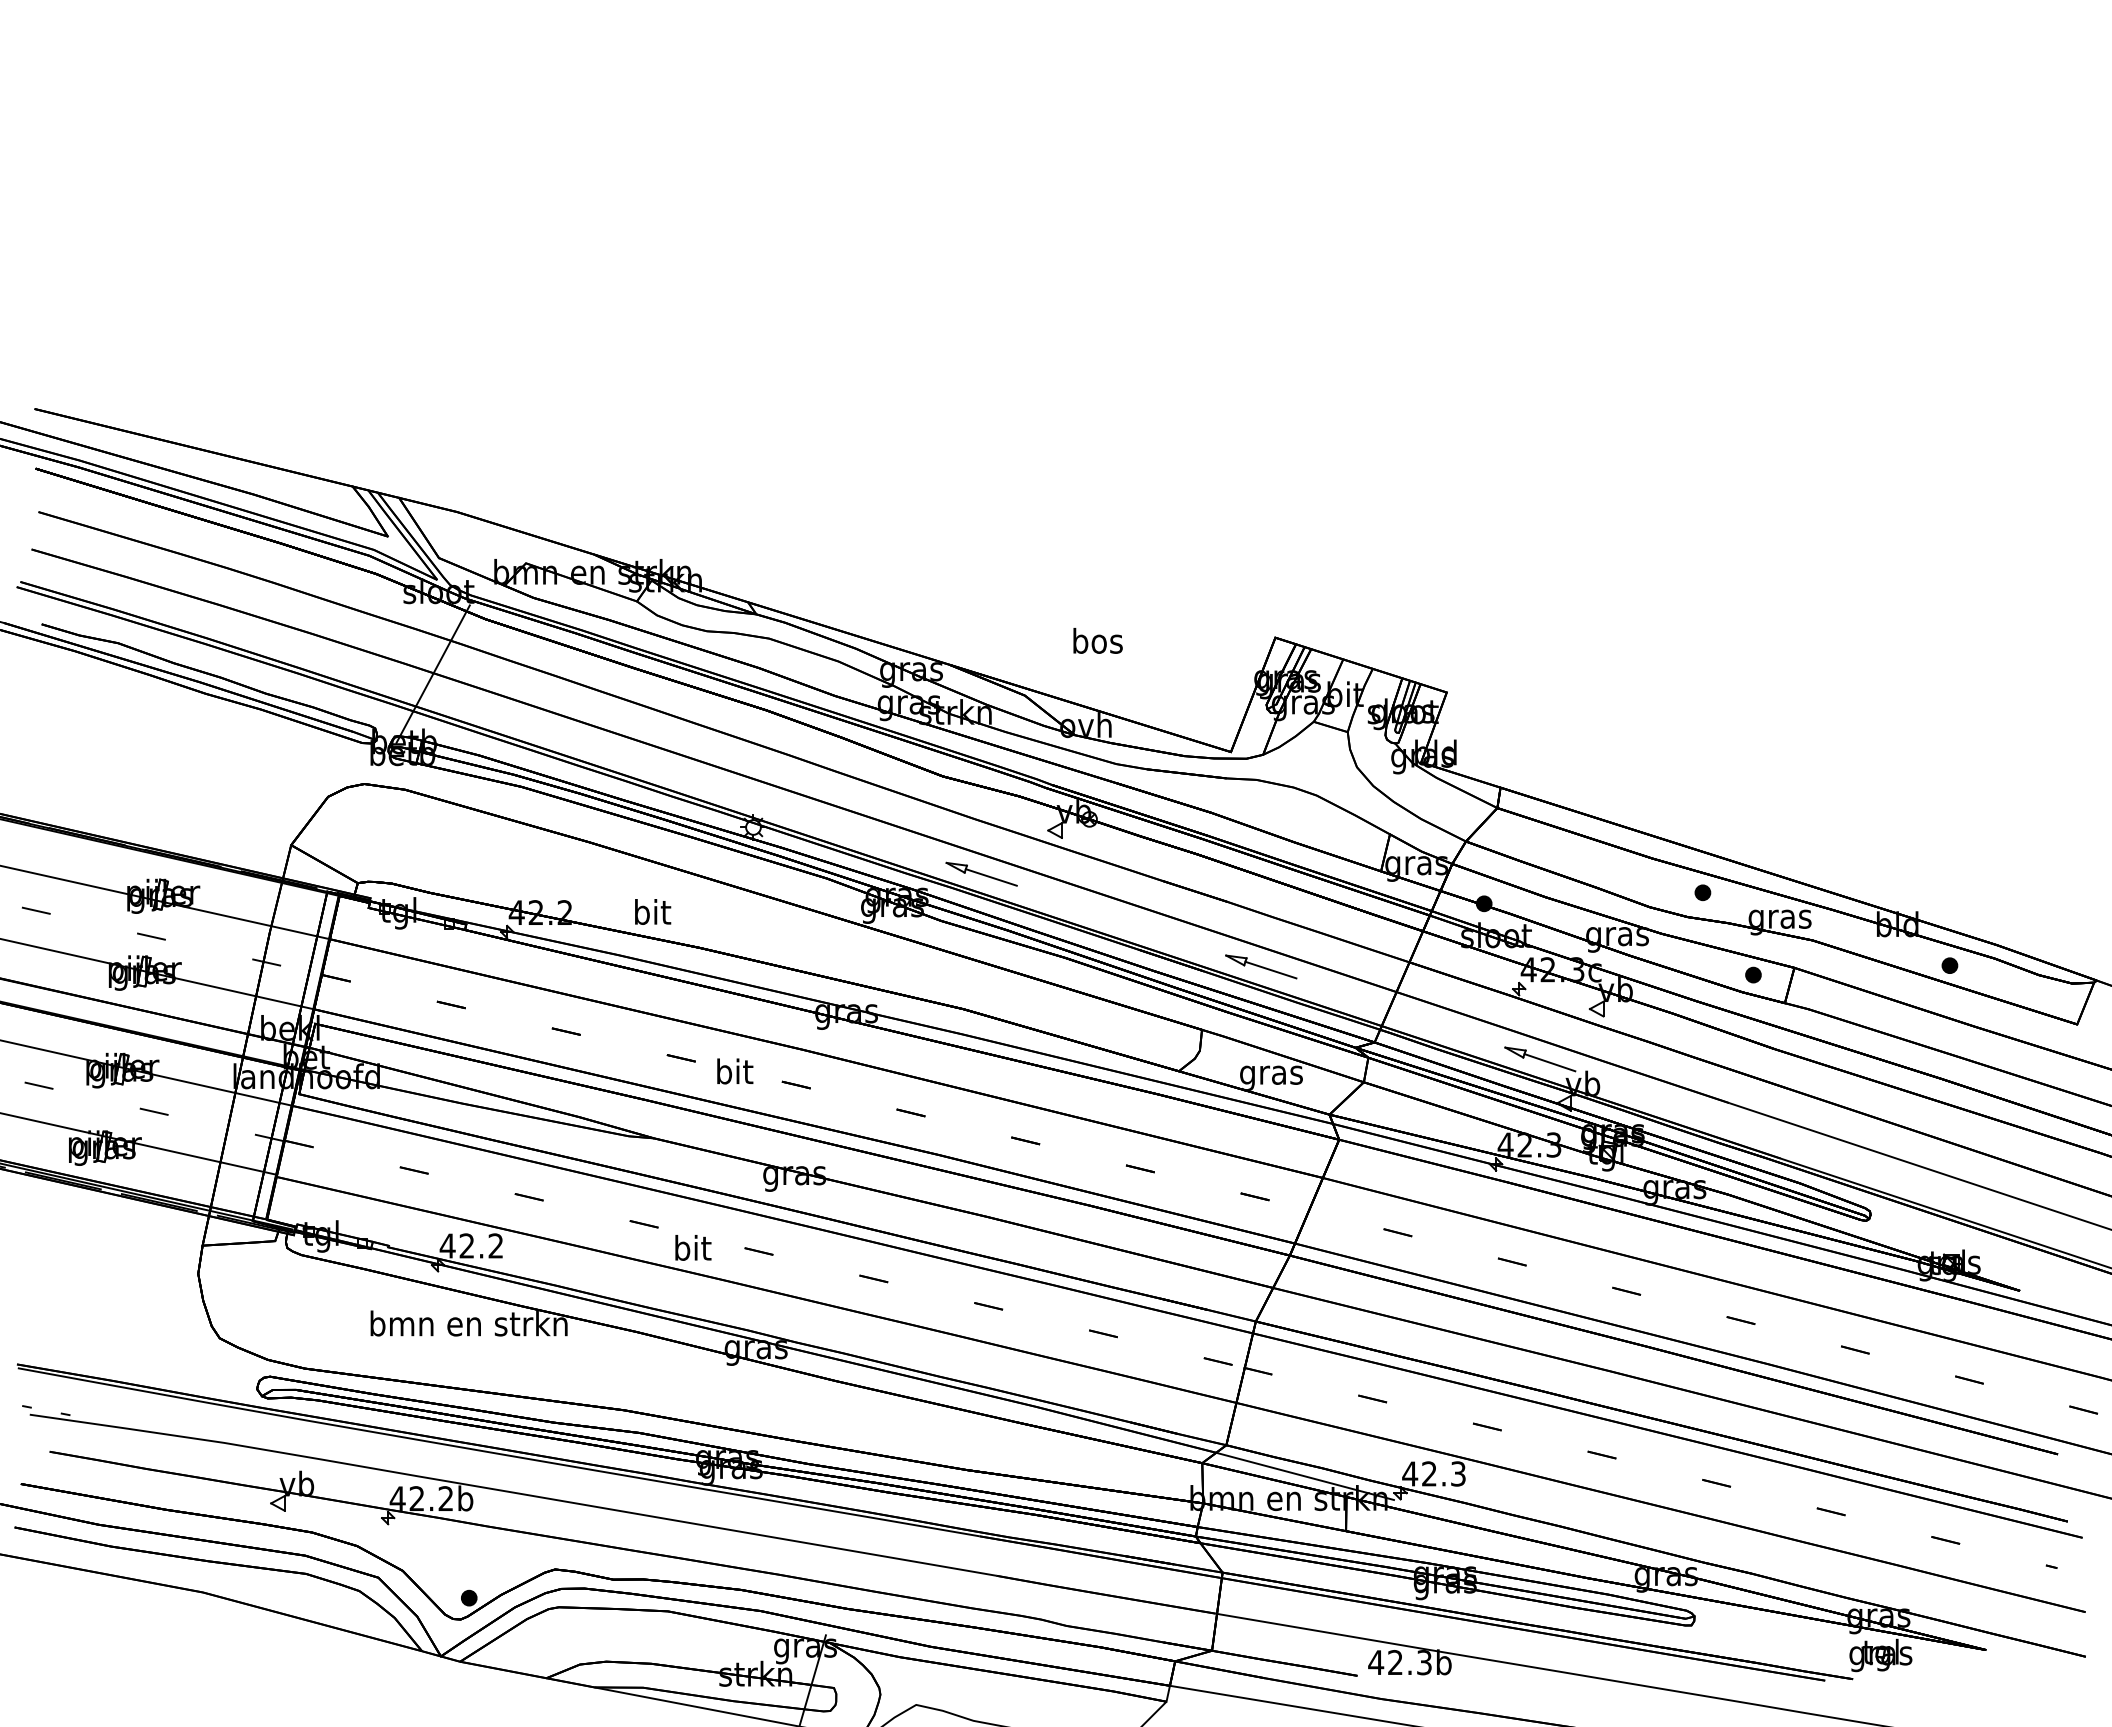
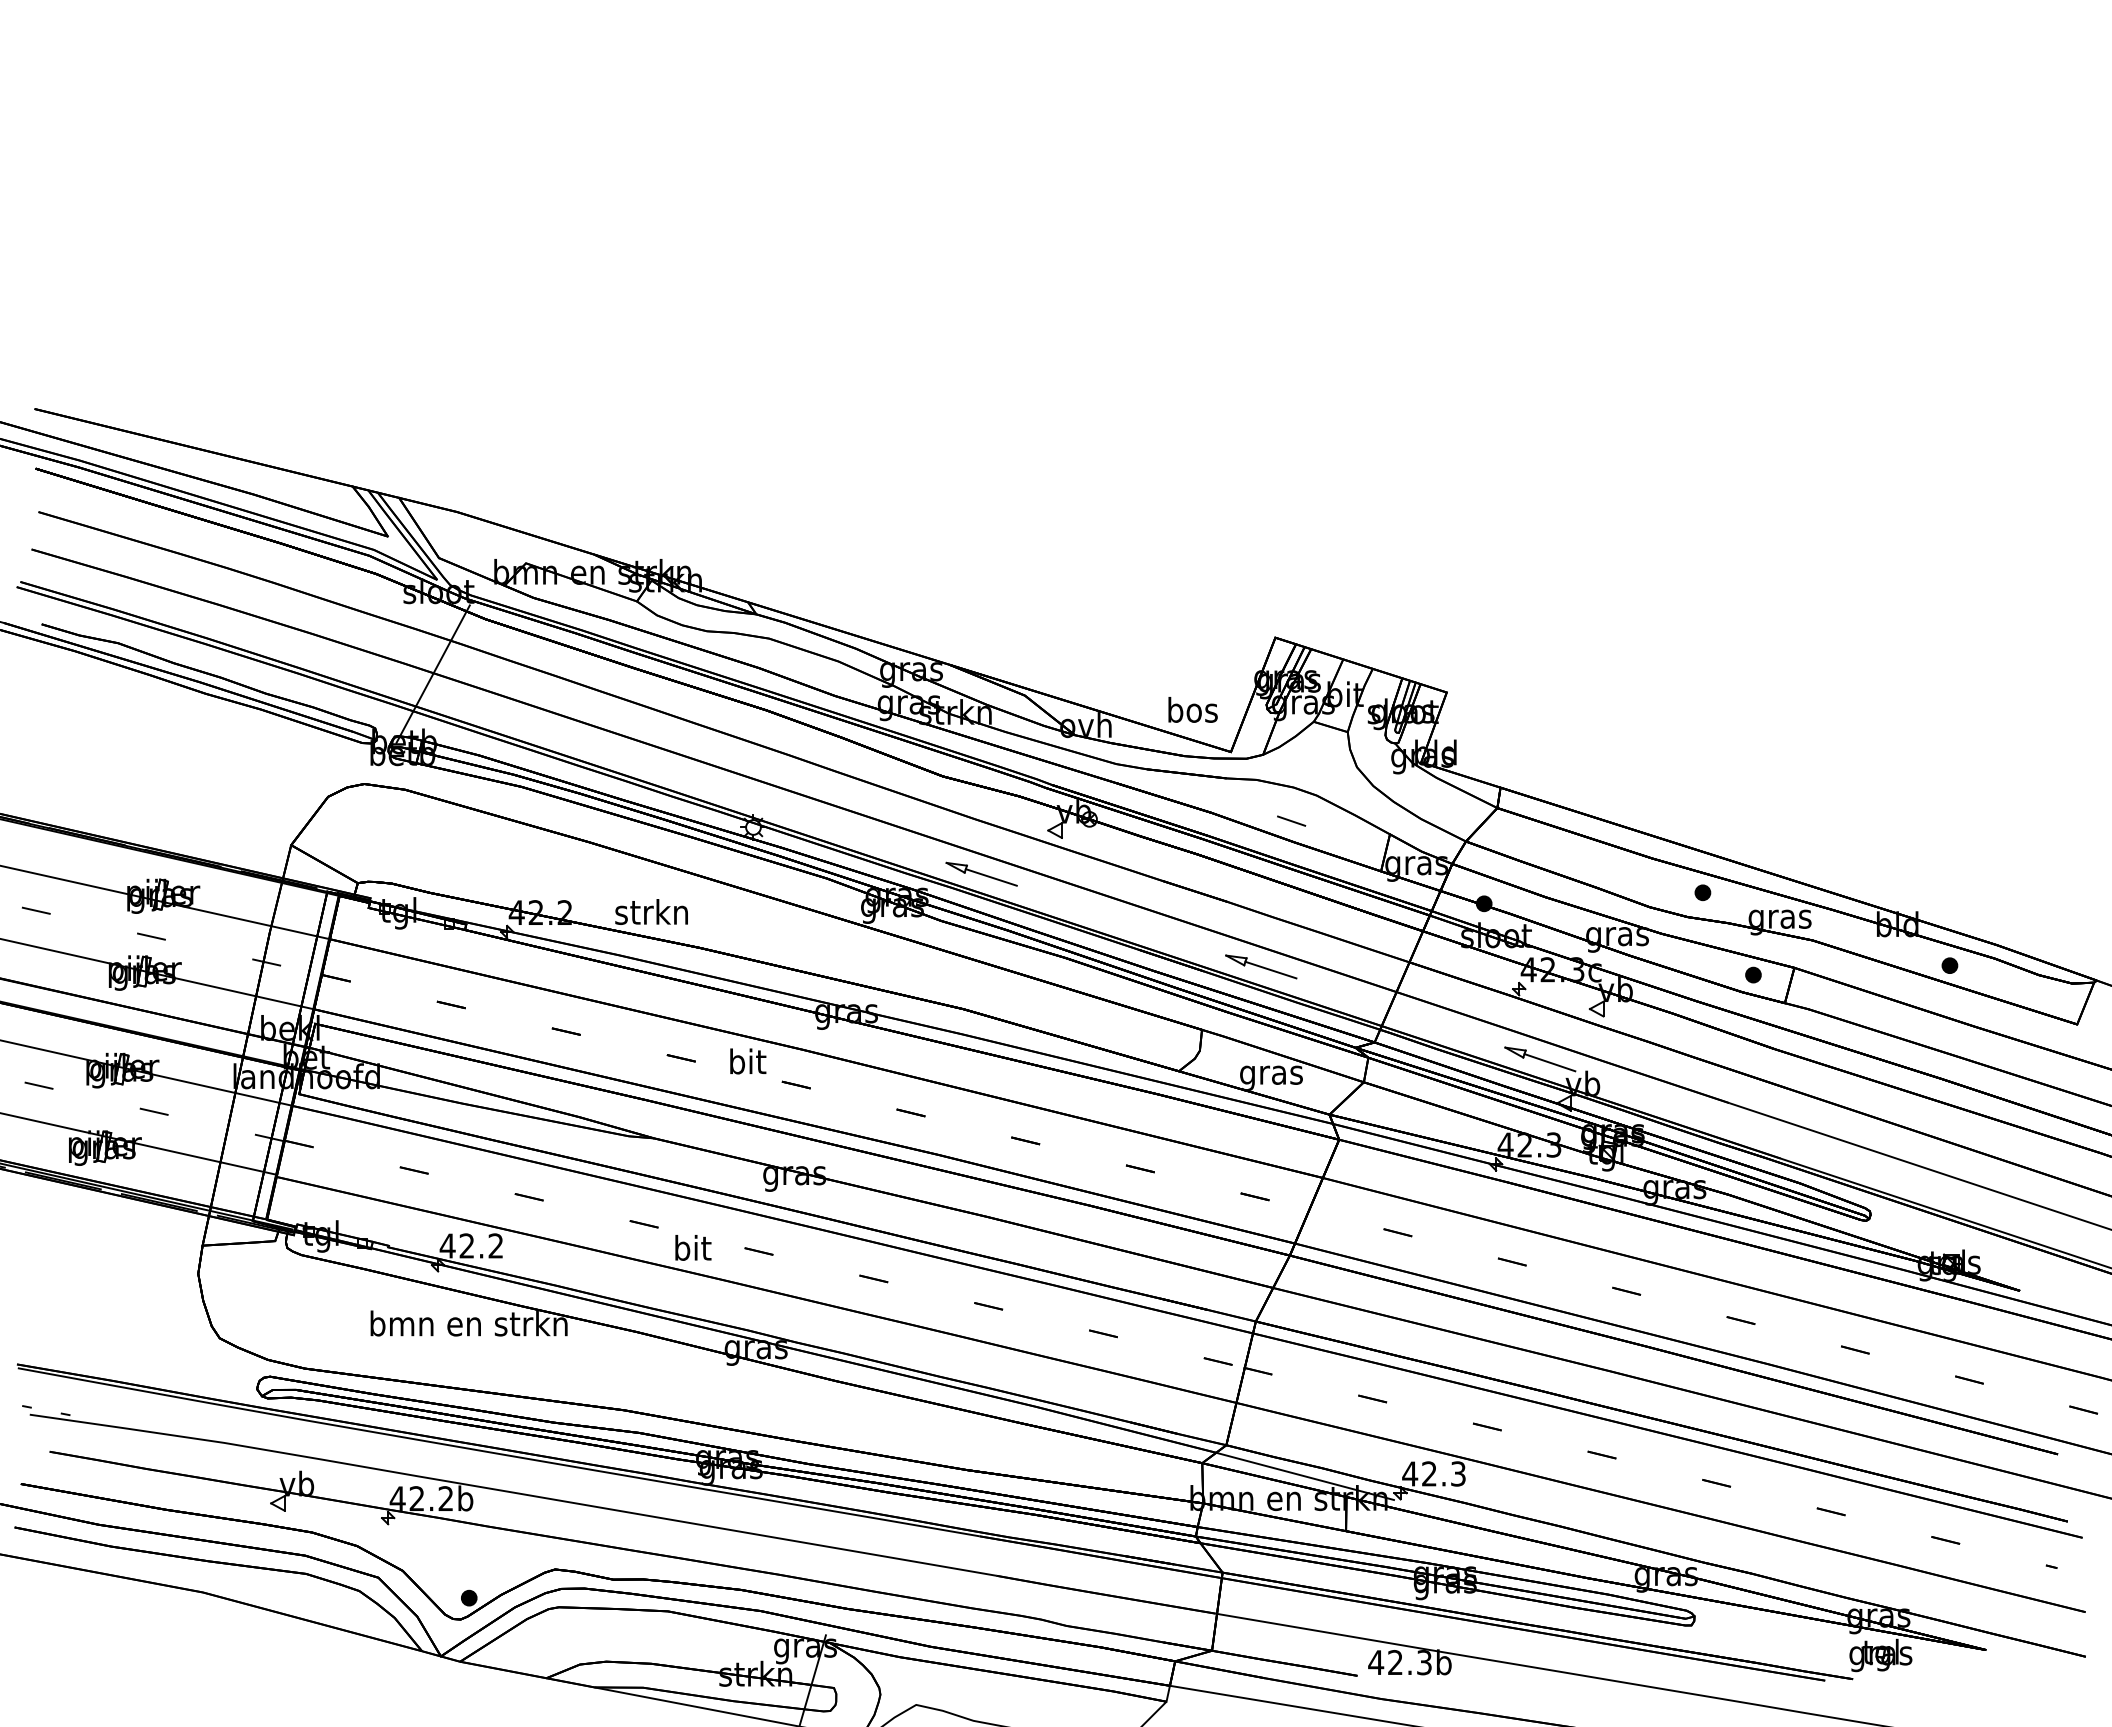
text at (1097, 640) position: (1097, 640) -> (1192, 709)
line at (1291, 820): none -> present
text at (651, 911): bit -> strkn
text at (735, 1071) position: (735, 1071) -> (748, 1061)
